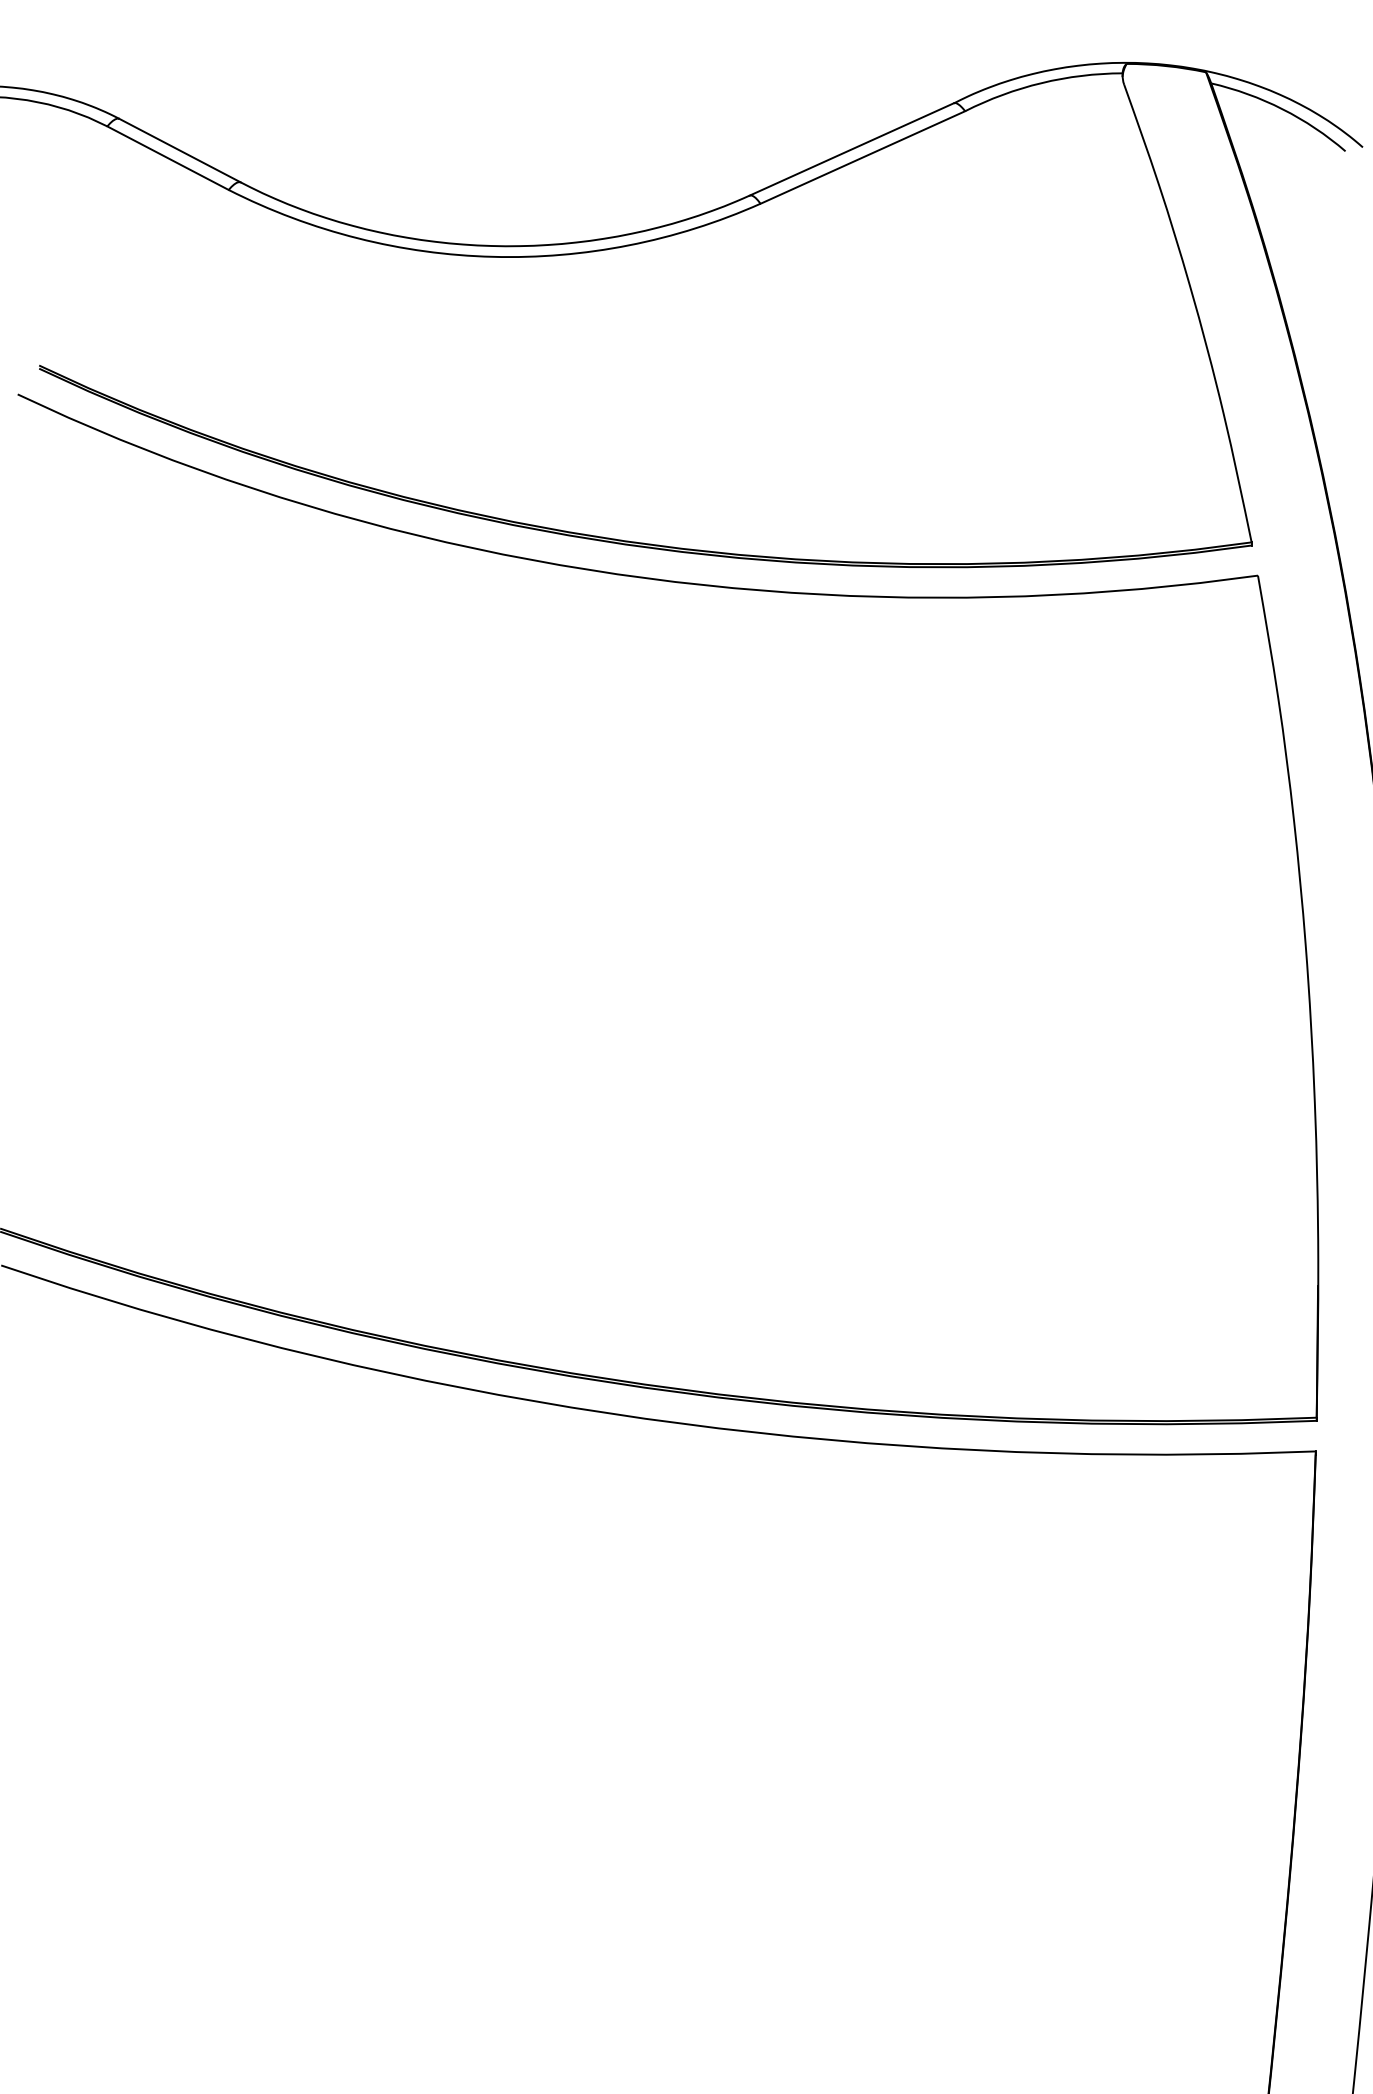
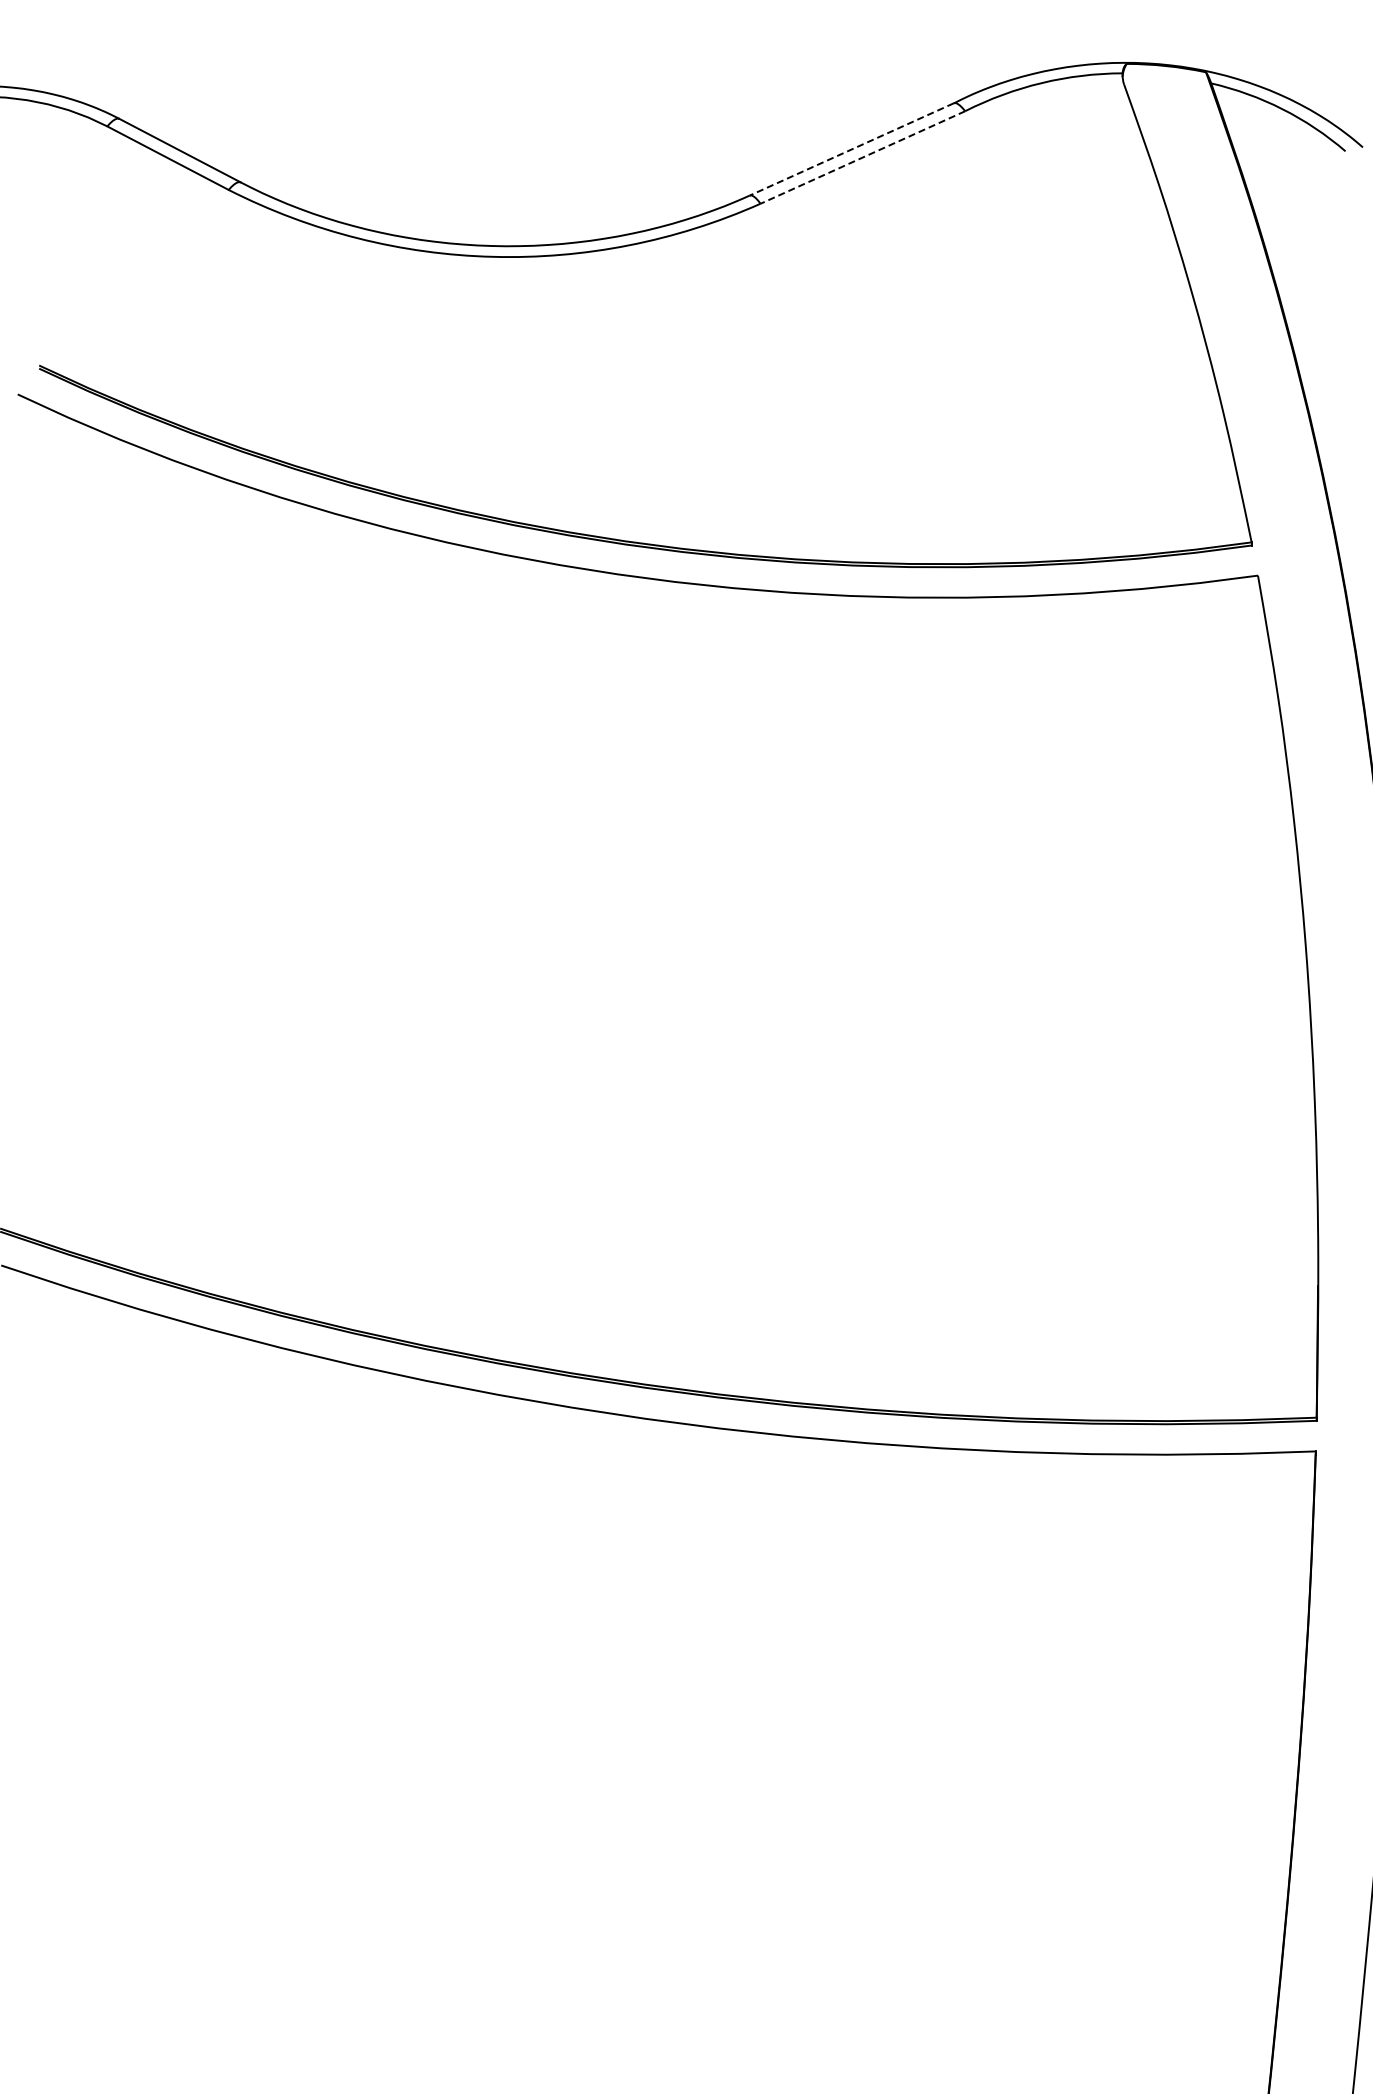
line at (851, 149): solid -> dashed
line at (862, 157): solid -> dashed
